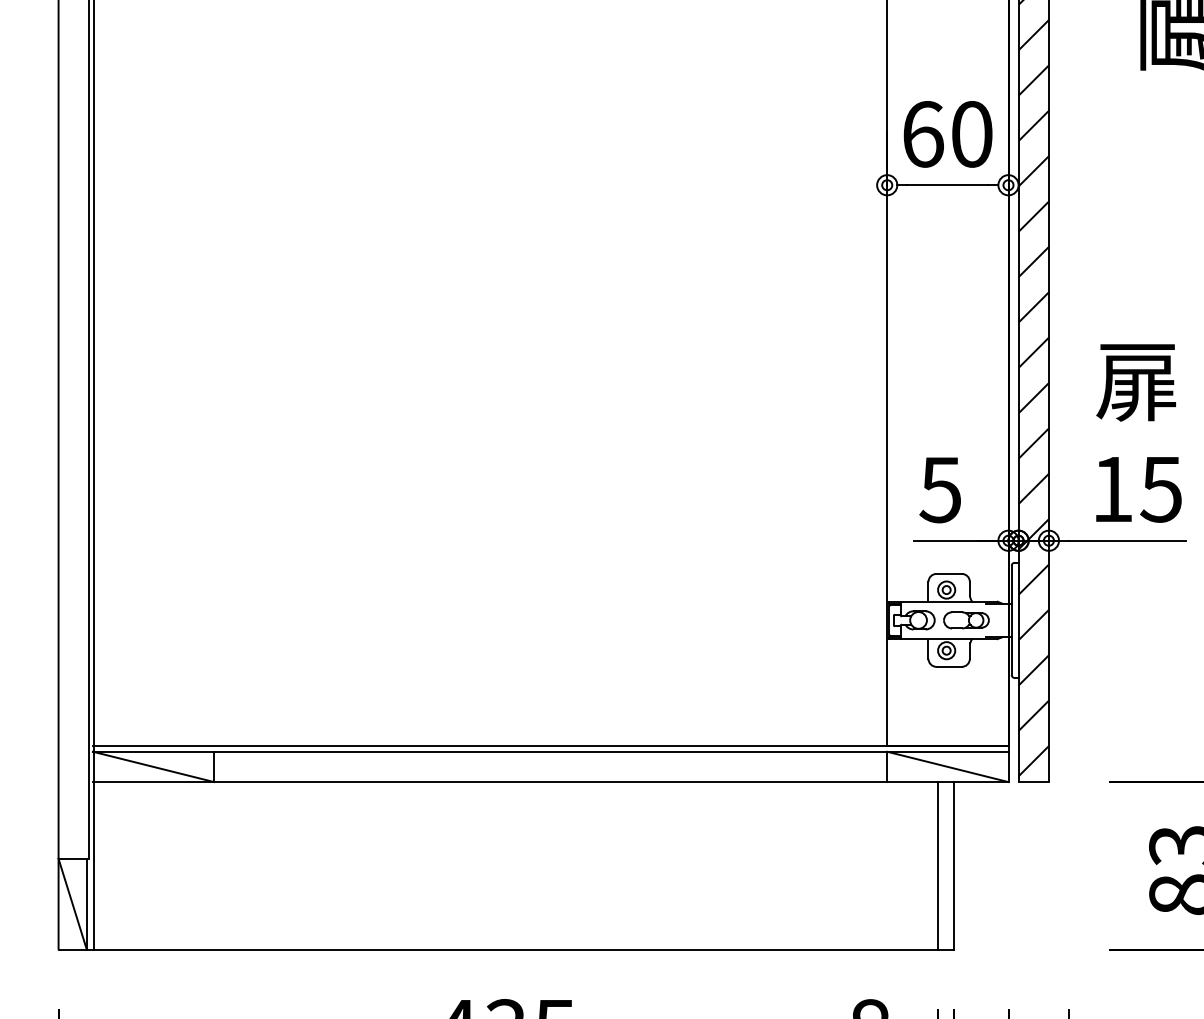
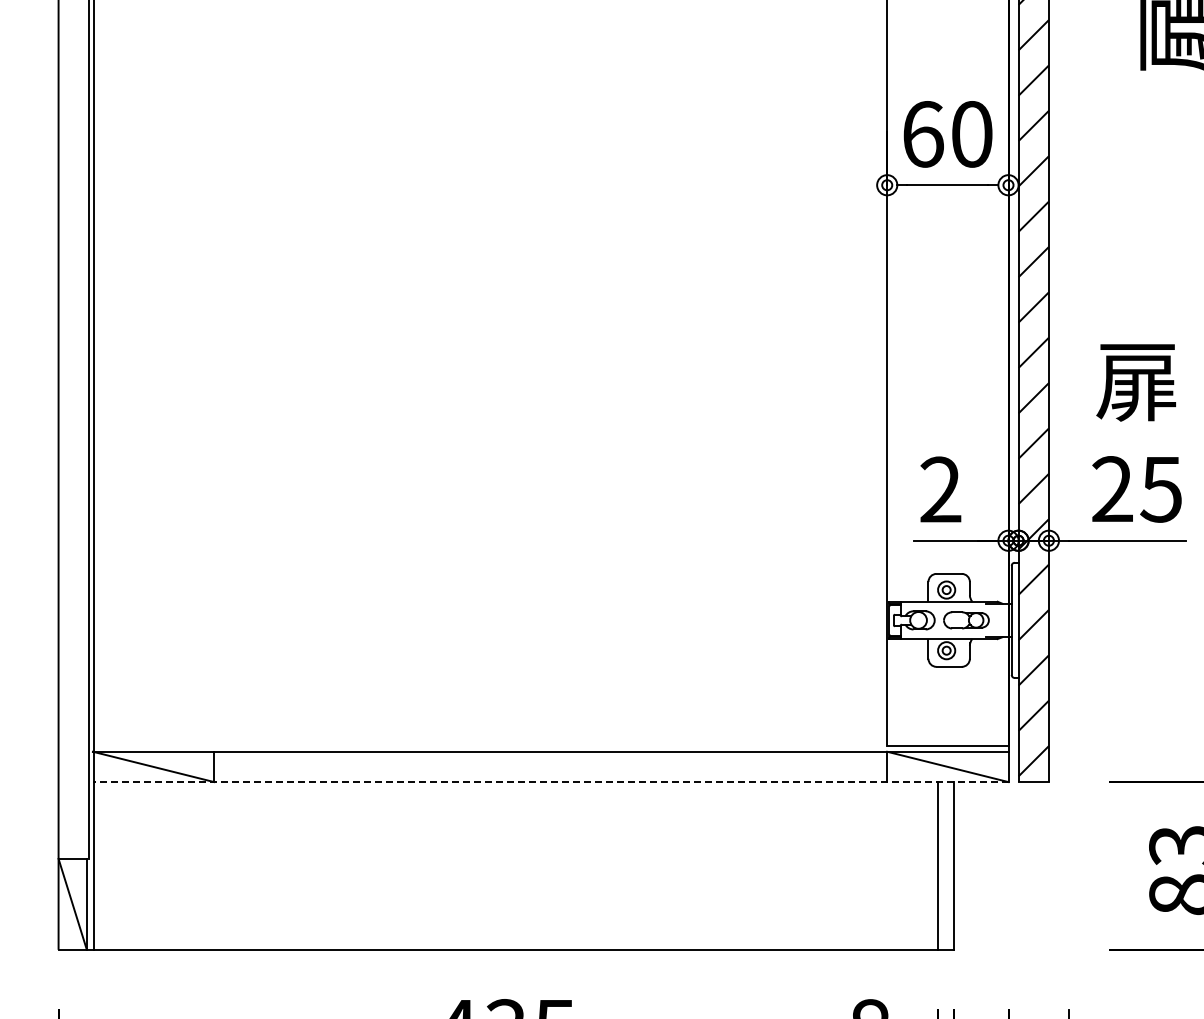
text at (1112, 488): 15 -> 25
text at (940, 489): 5 -> 2
line at (550, 745): present -> none
line at (550, 782): solid -> dashed
